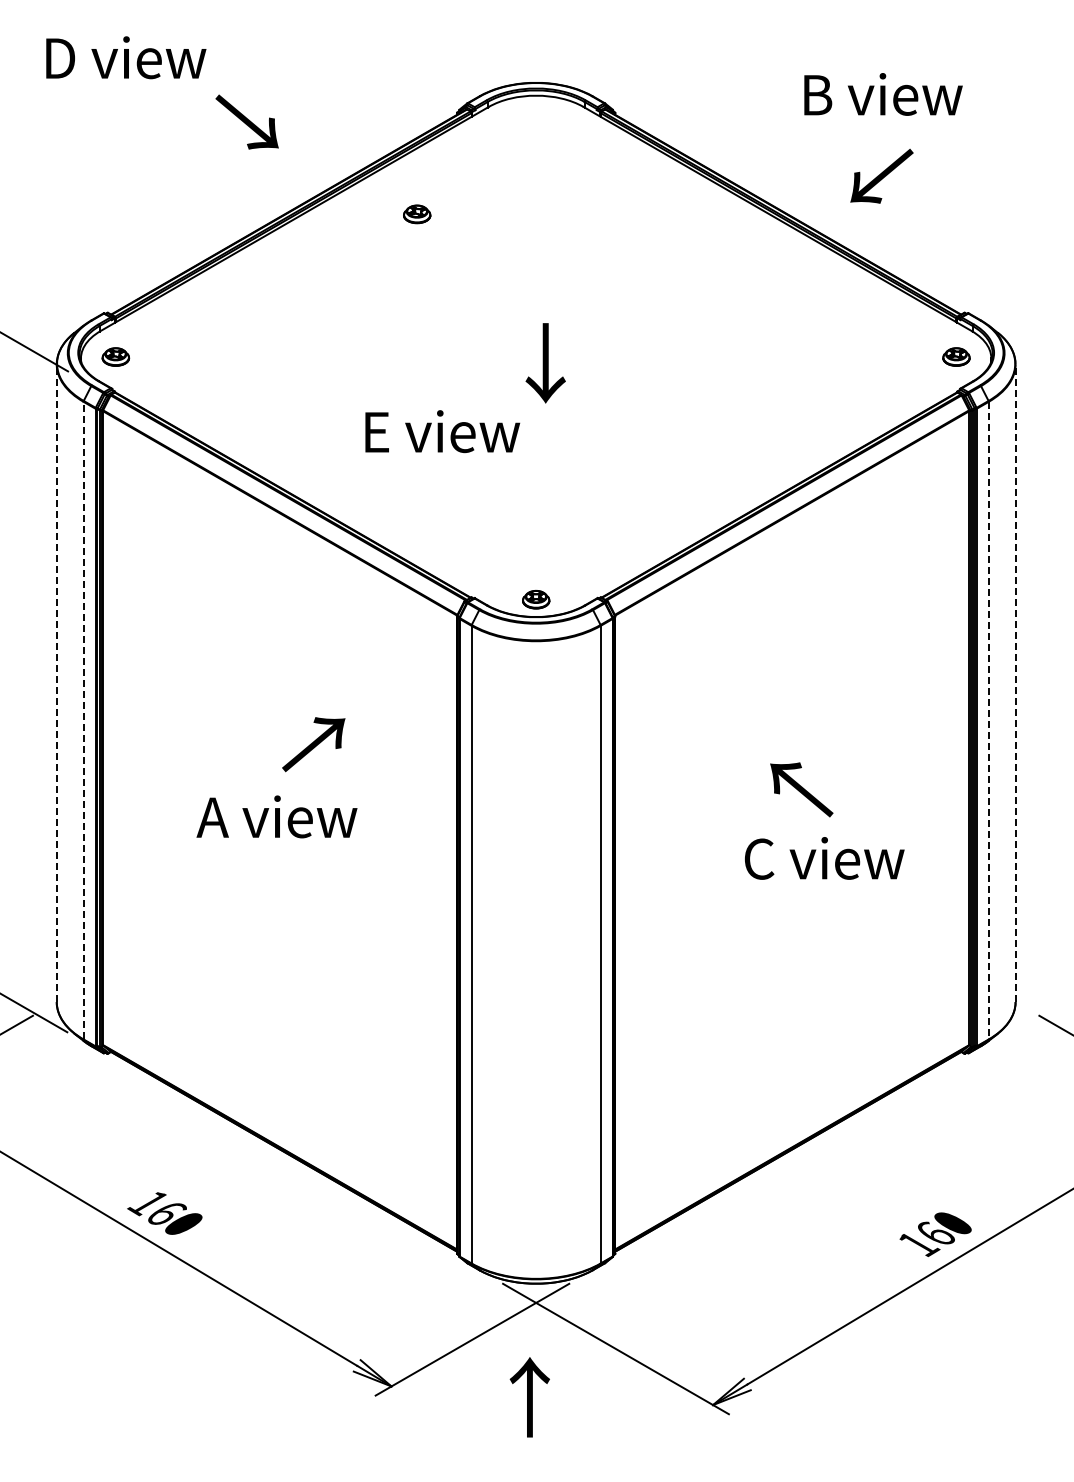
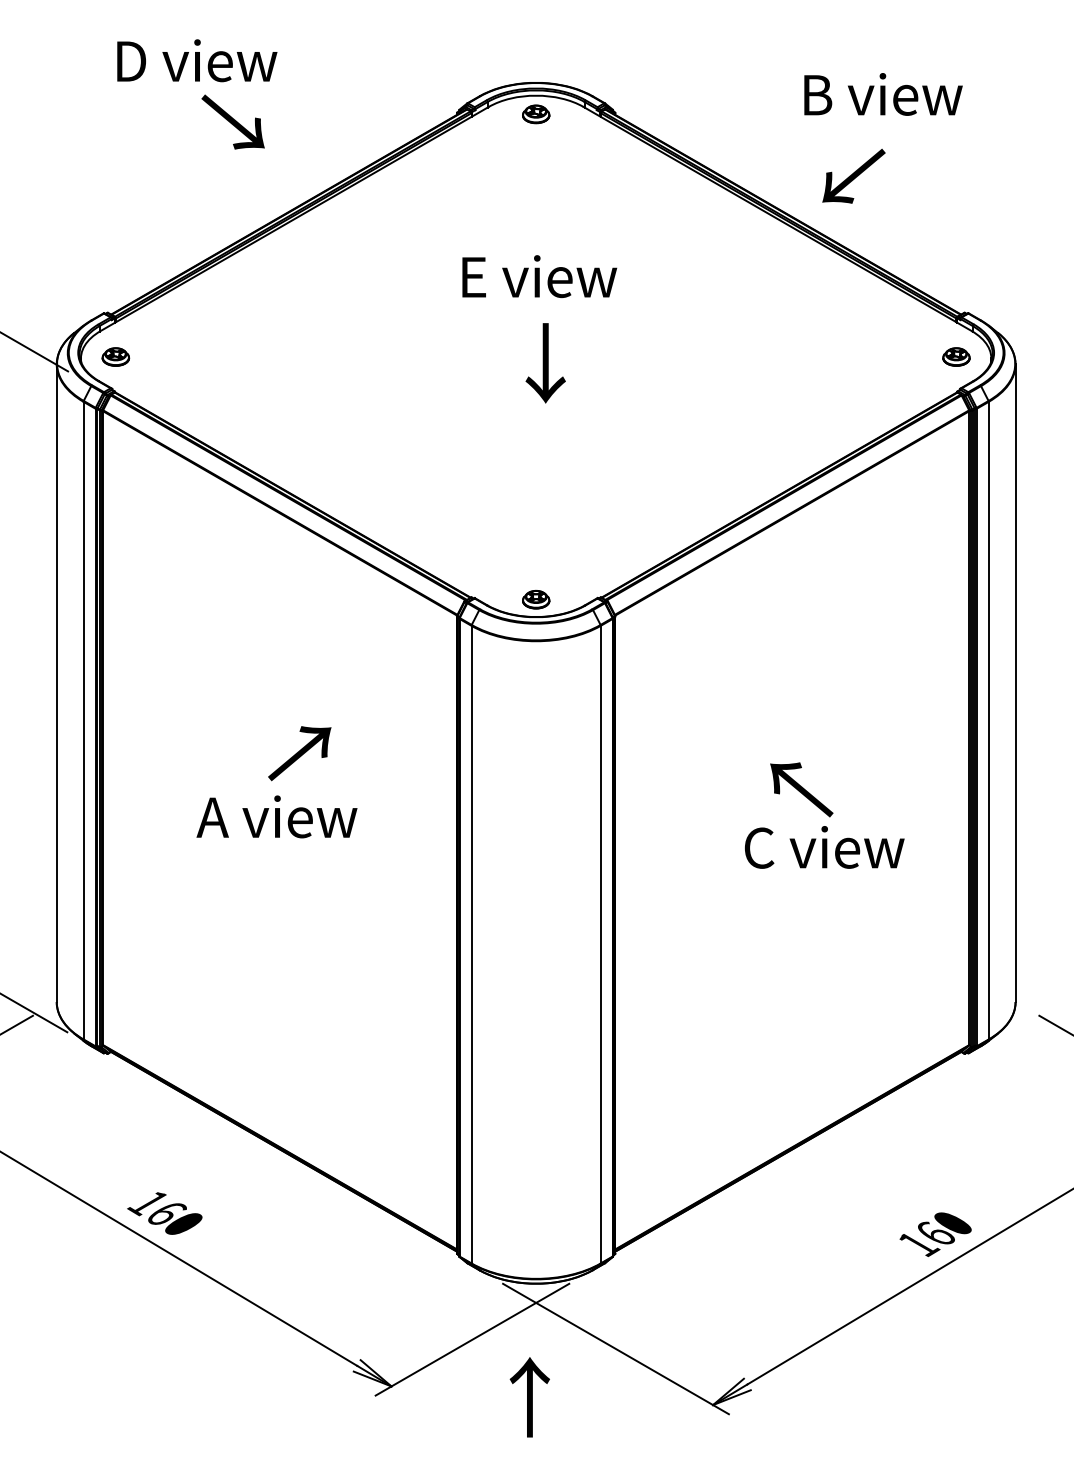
text at (126, 57) position: (126, 57) -> (197, 60)
text at (246, 121) position: (246, 121) -> (232, 121)
text at (881, 175) position: (881, 175) -> (853, 175)
part at (417, 214) position: (417, 214) -> (536, 114)
text at (442, 431) position: (442, 431) -> (539, 276)
line at (56, 683): dashed -> solid
line at (1015, 683): dashed -> solid
line at (83, 720): dashed -> solid
line at (988, 720): dashed -> solid
text at (313, 744) position: (313, 744) -> (299, 753)
text at (824, 858) position: (824, 858) -> (824, 847)
